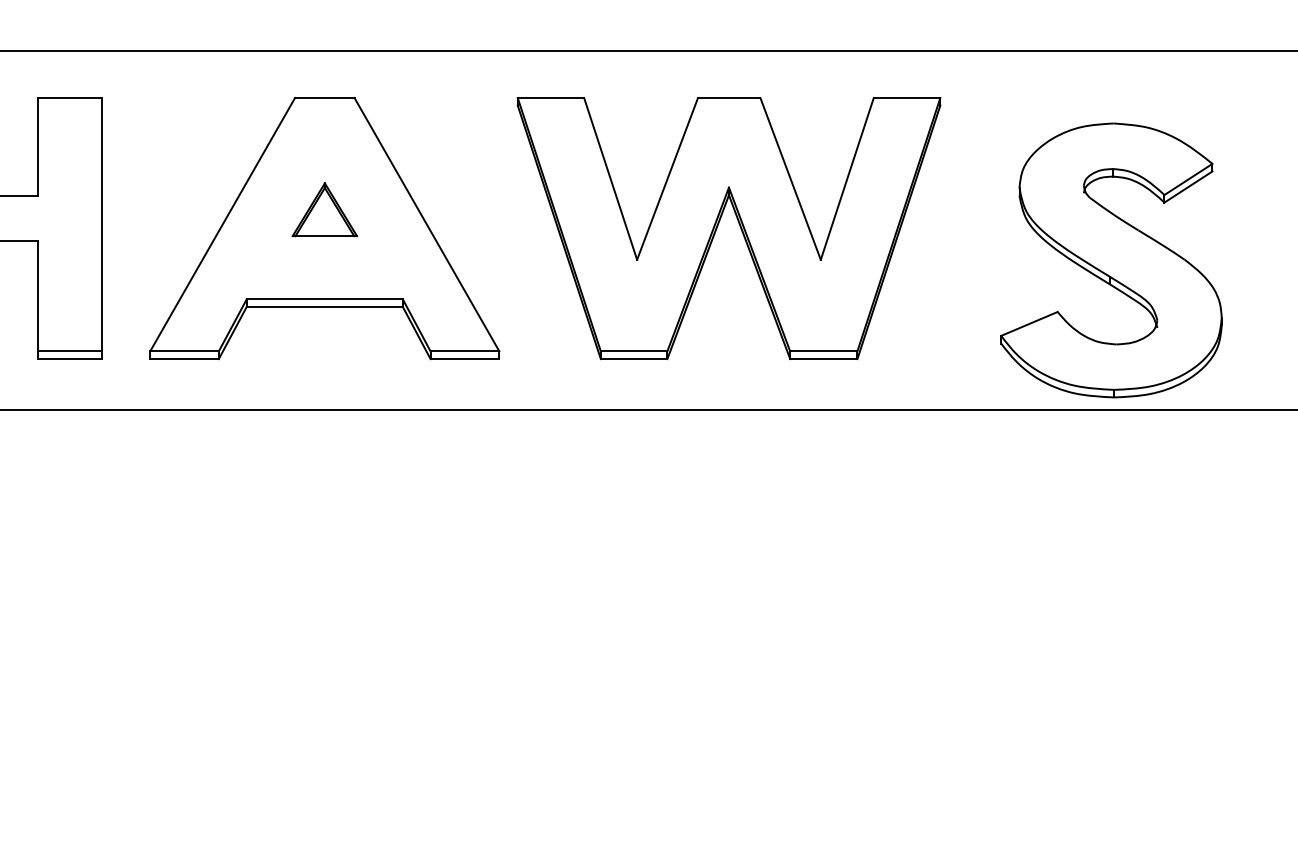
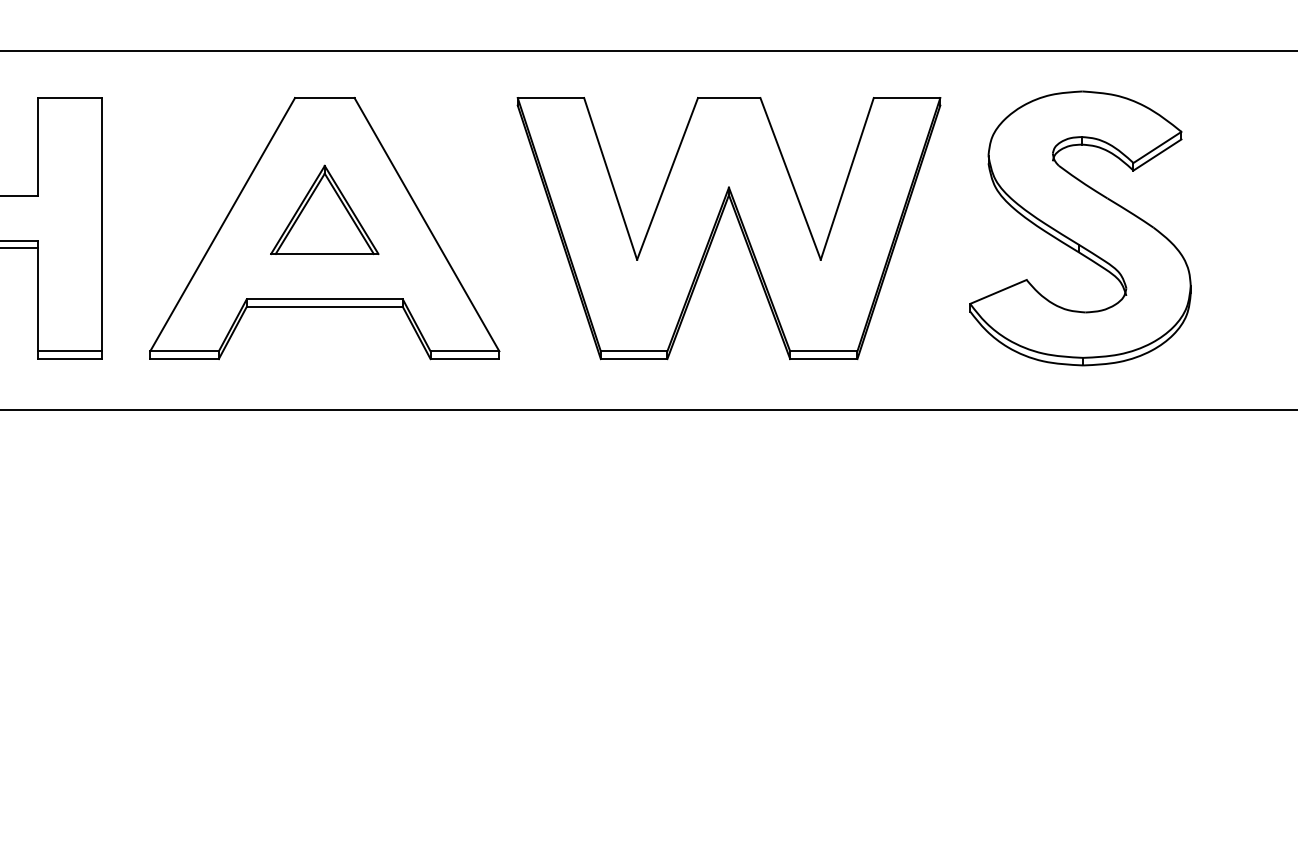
part at (324, 209) size: 68x56 px -> 110x91 px
line at (19, 248): none -> present
part at (1111, 260) position: (1111, 260) -> (1080, 228)
